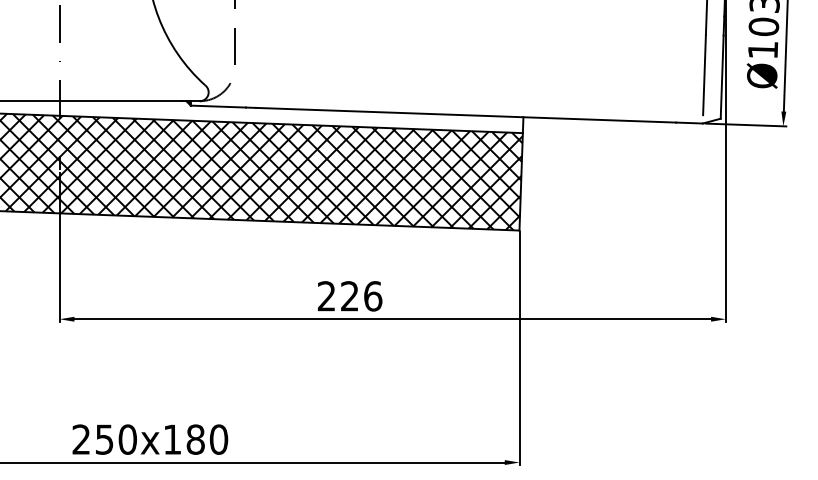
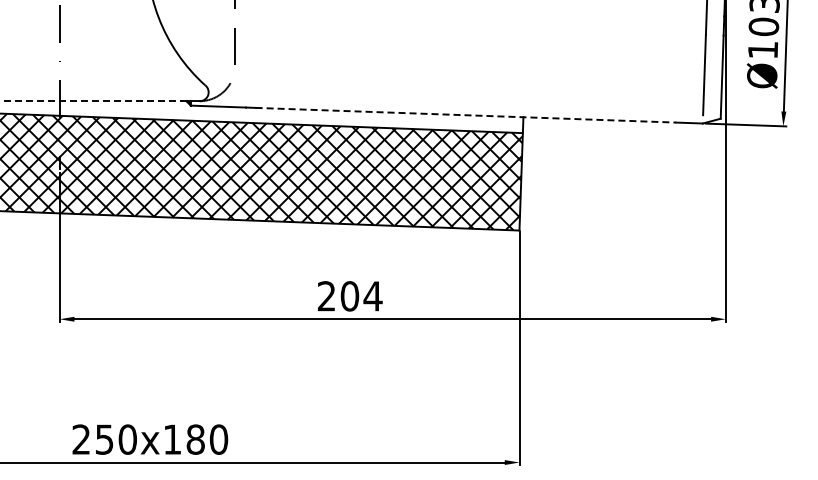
line at (91, 101): solid -> dashed
line at (466, 115): solid -> dashed
text at (361, 296): 226 -> 204
